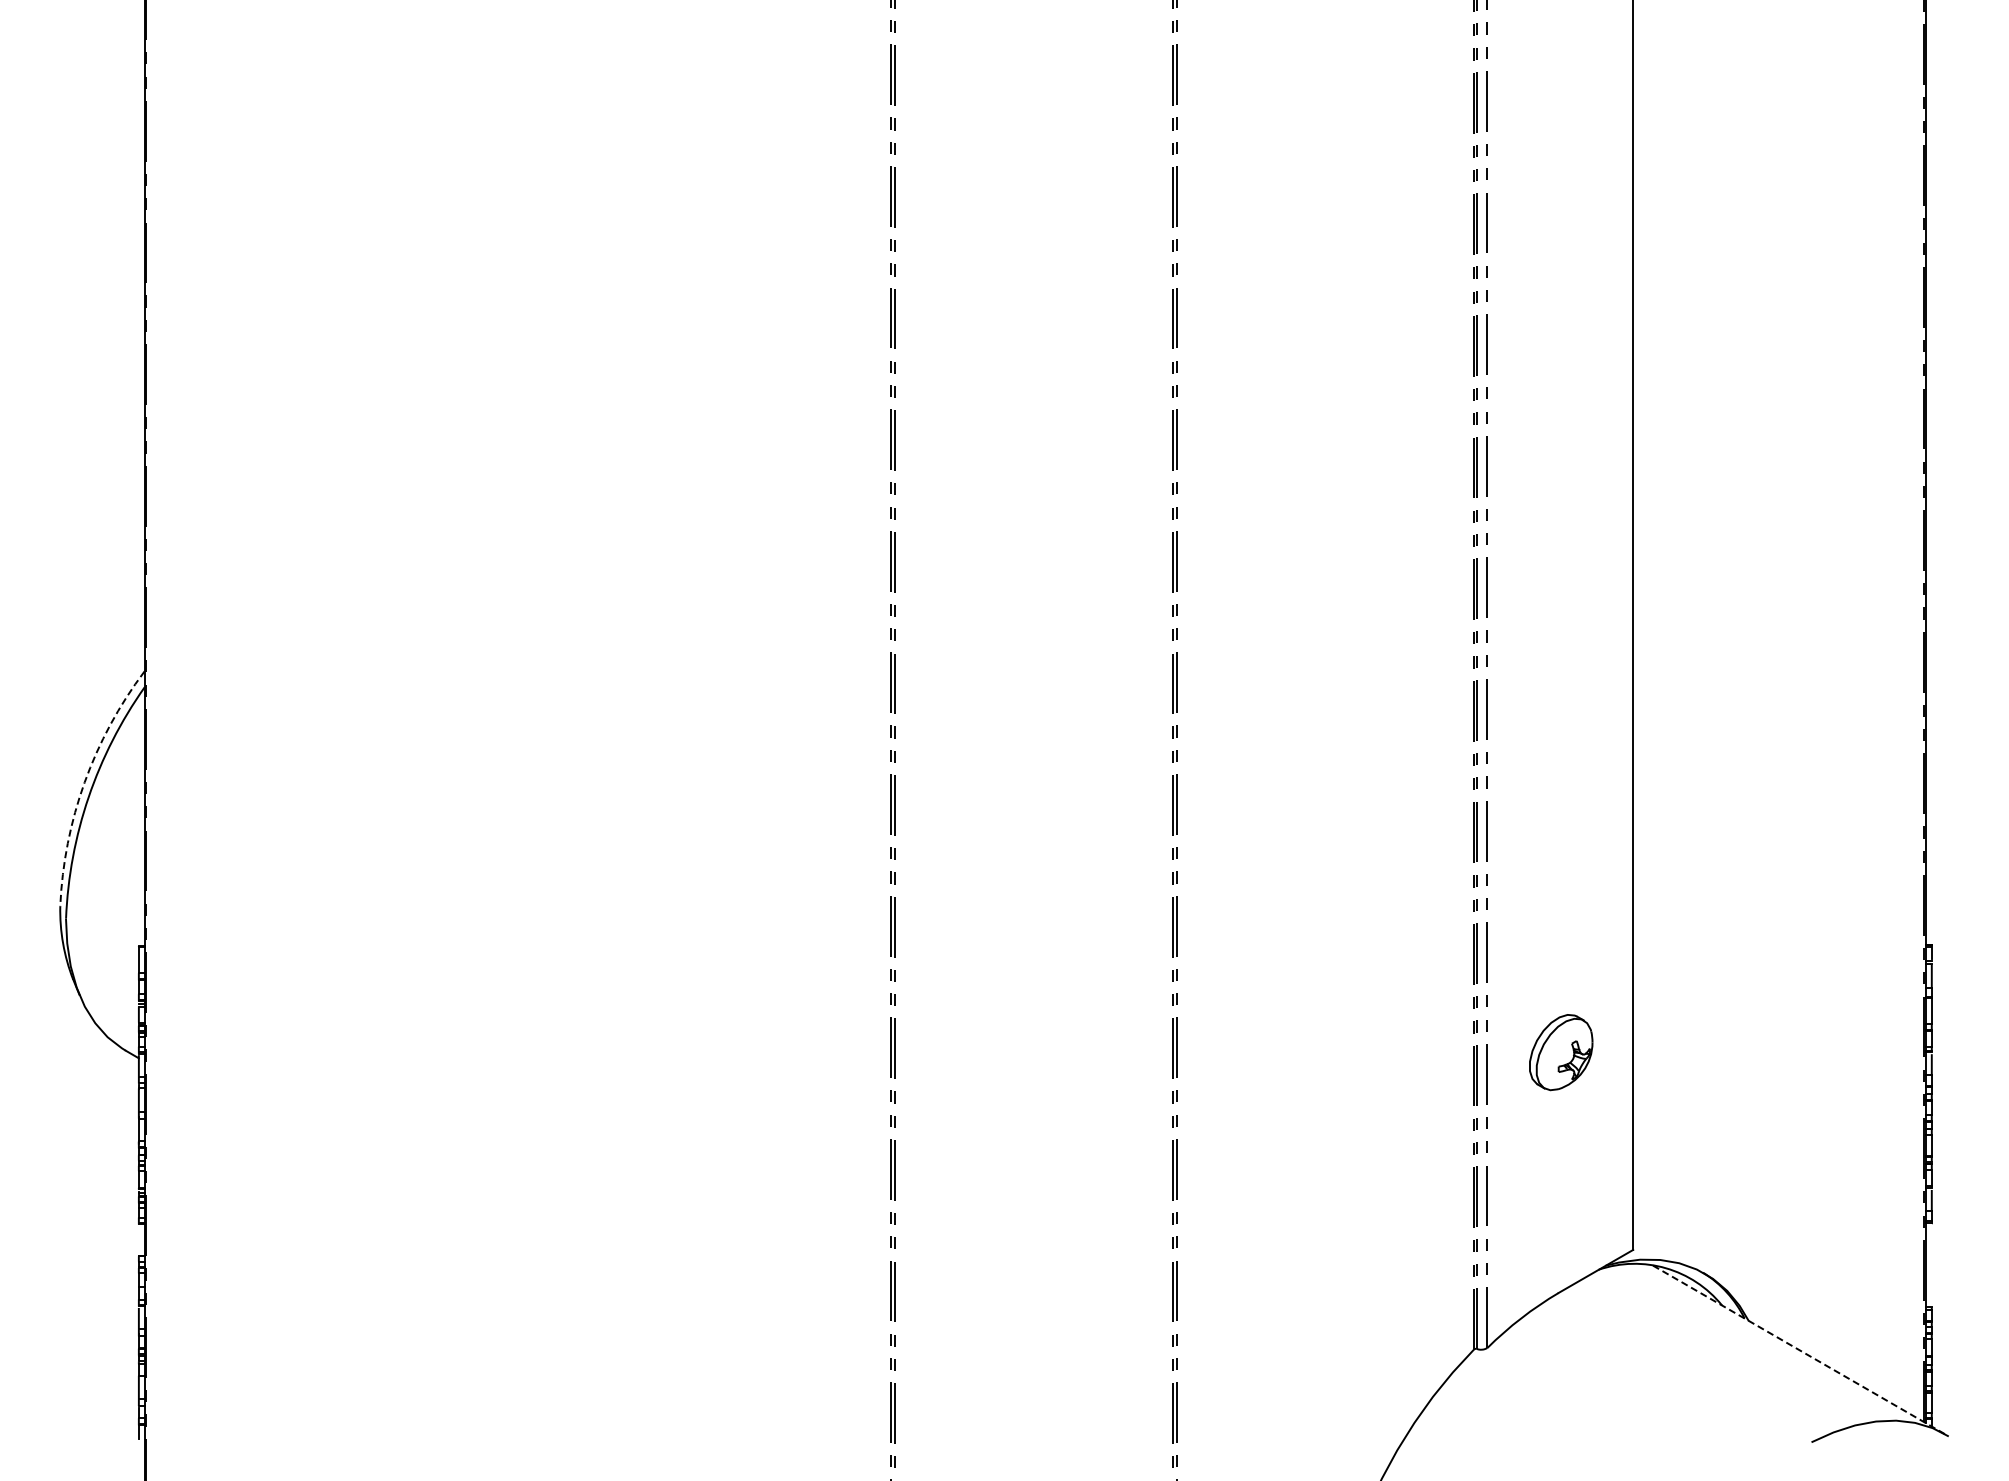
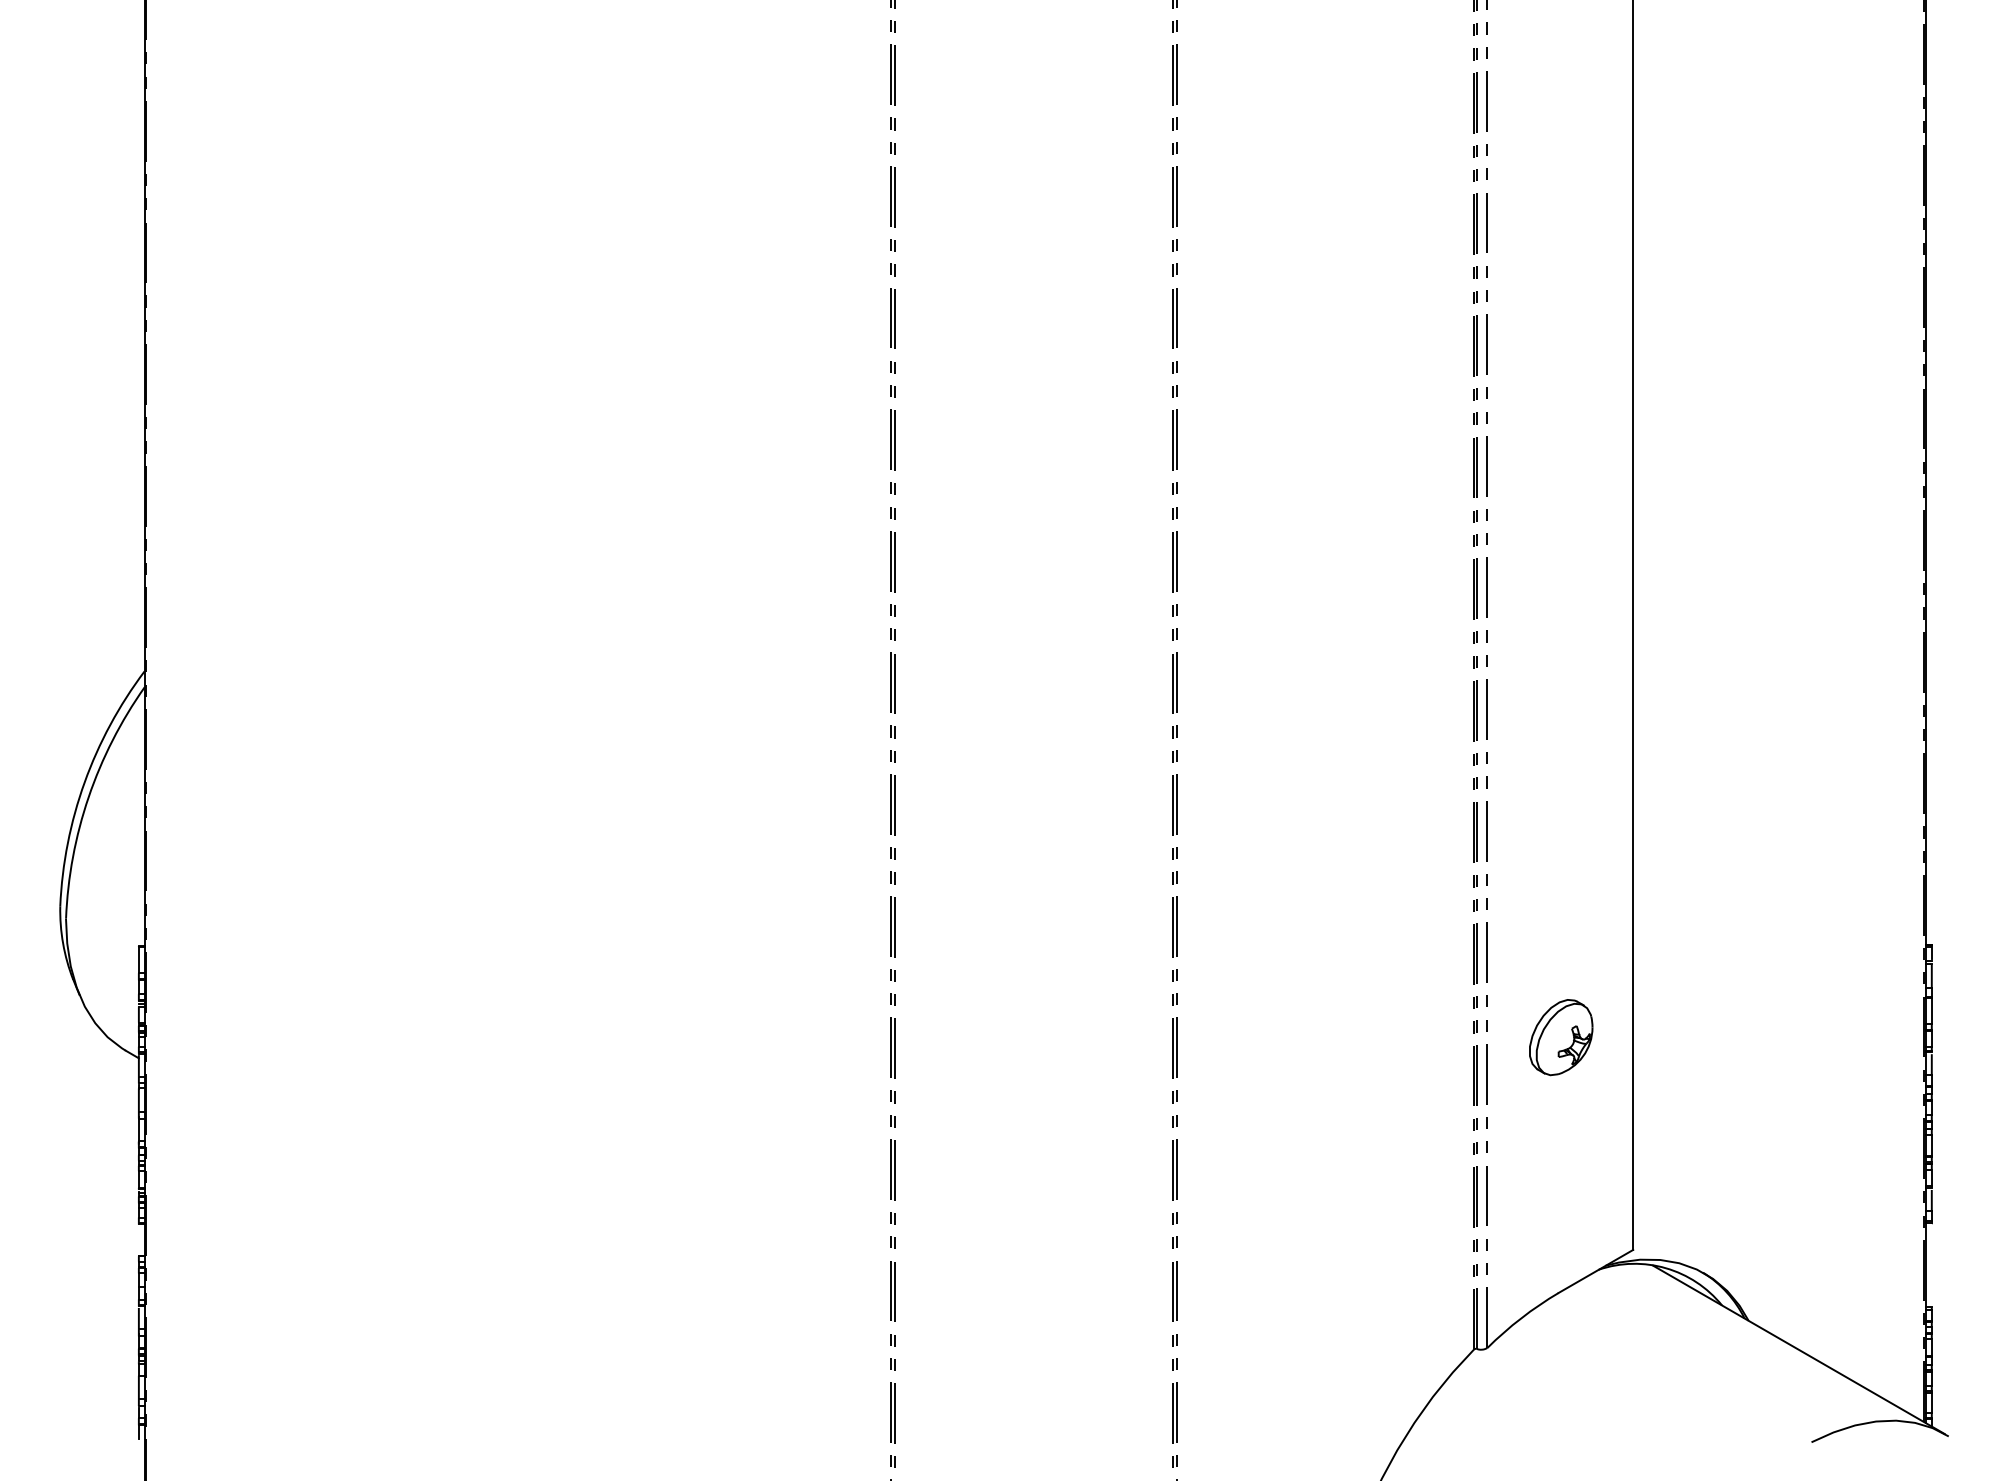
arc at (84, 782): dashed -> solid
part at (1561, 1052) position: (1561, 1052) -> (1561, 1037)
line at (1798, 1349): dashed -> solid
